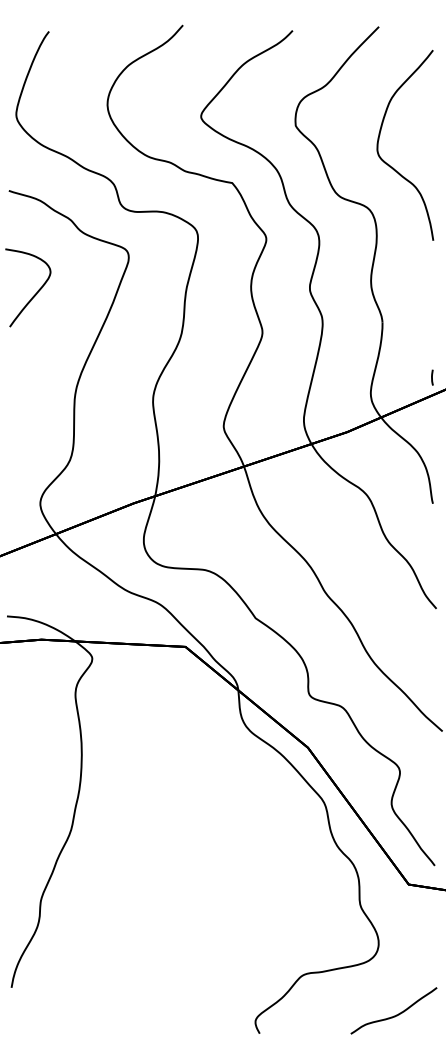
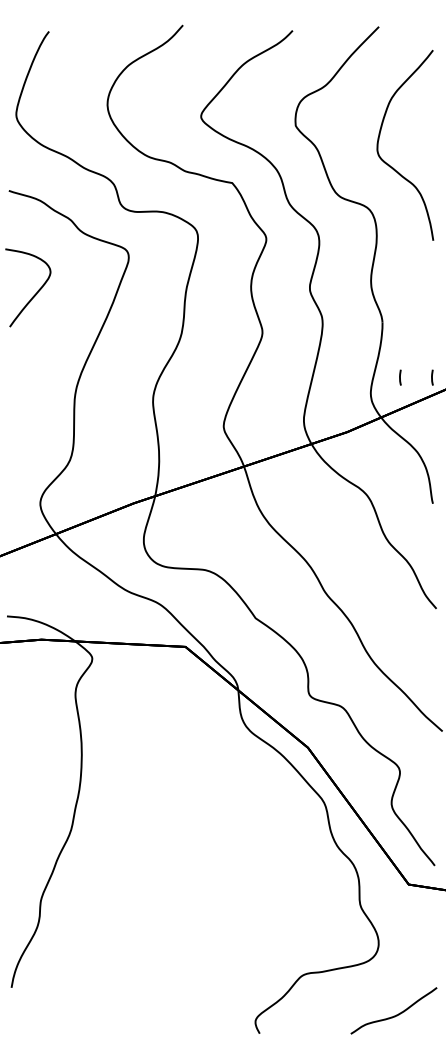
line at (400, 377): none -> present
